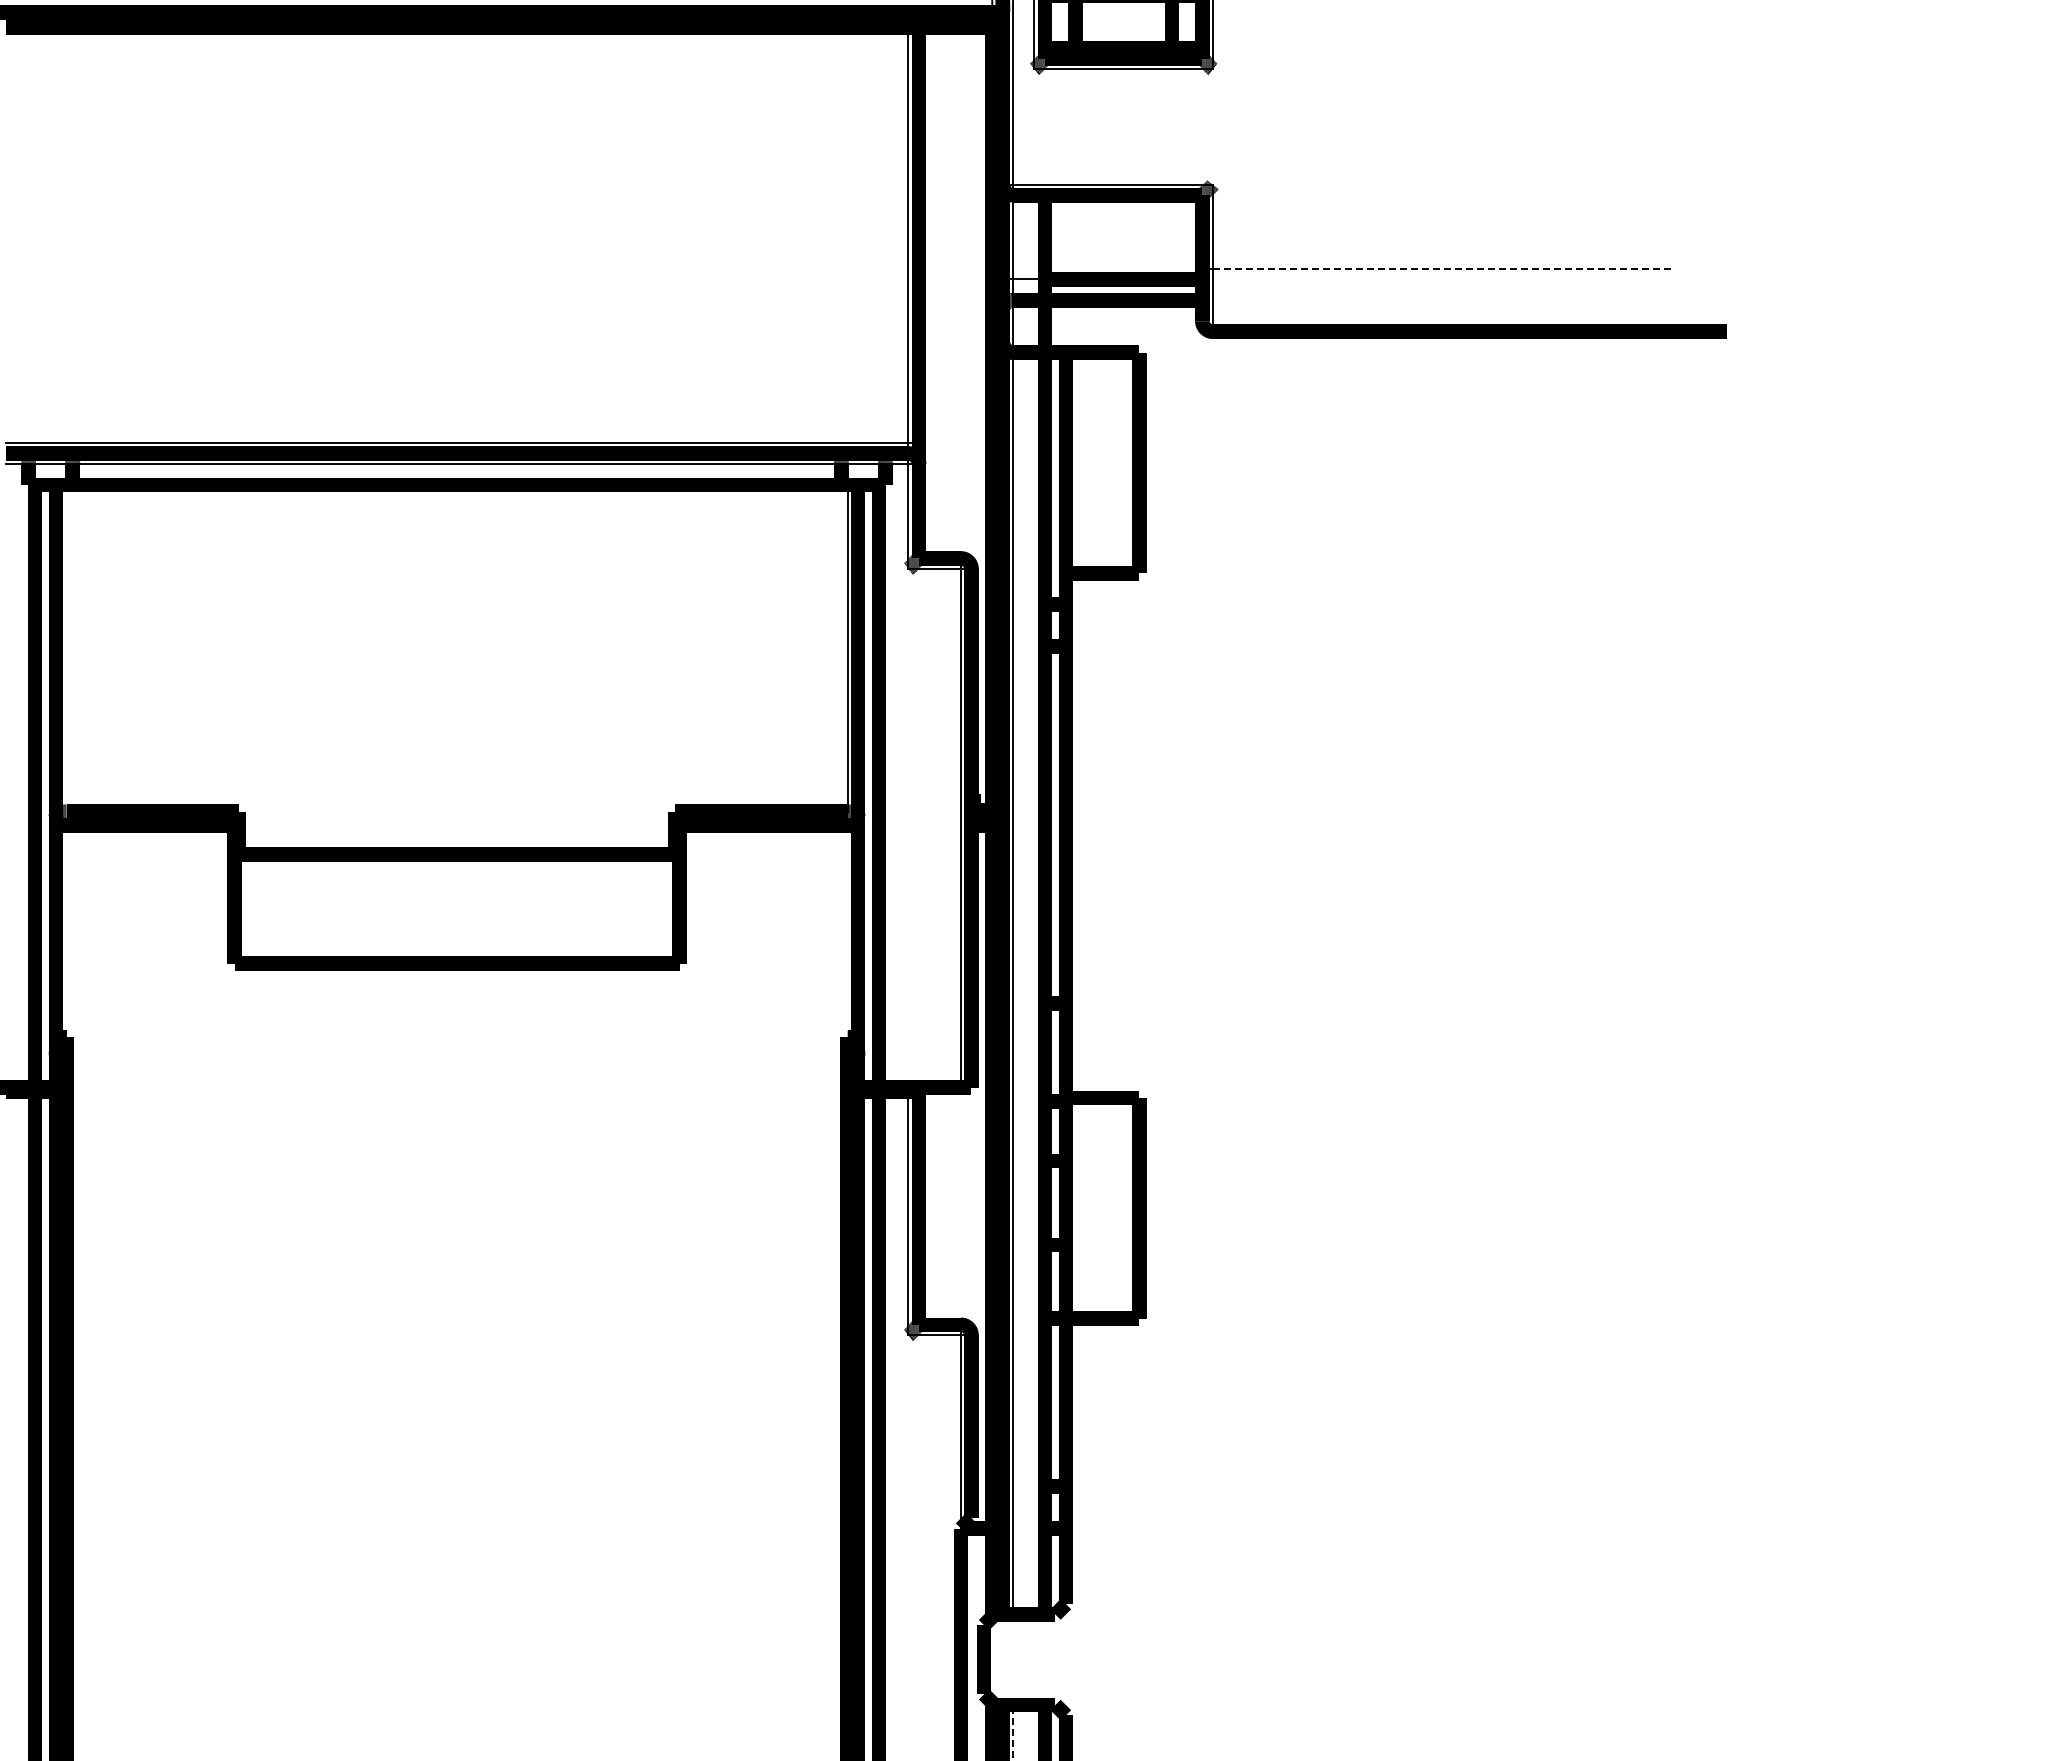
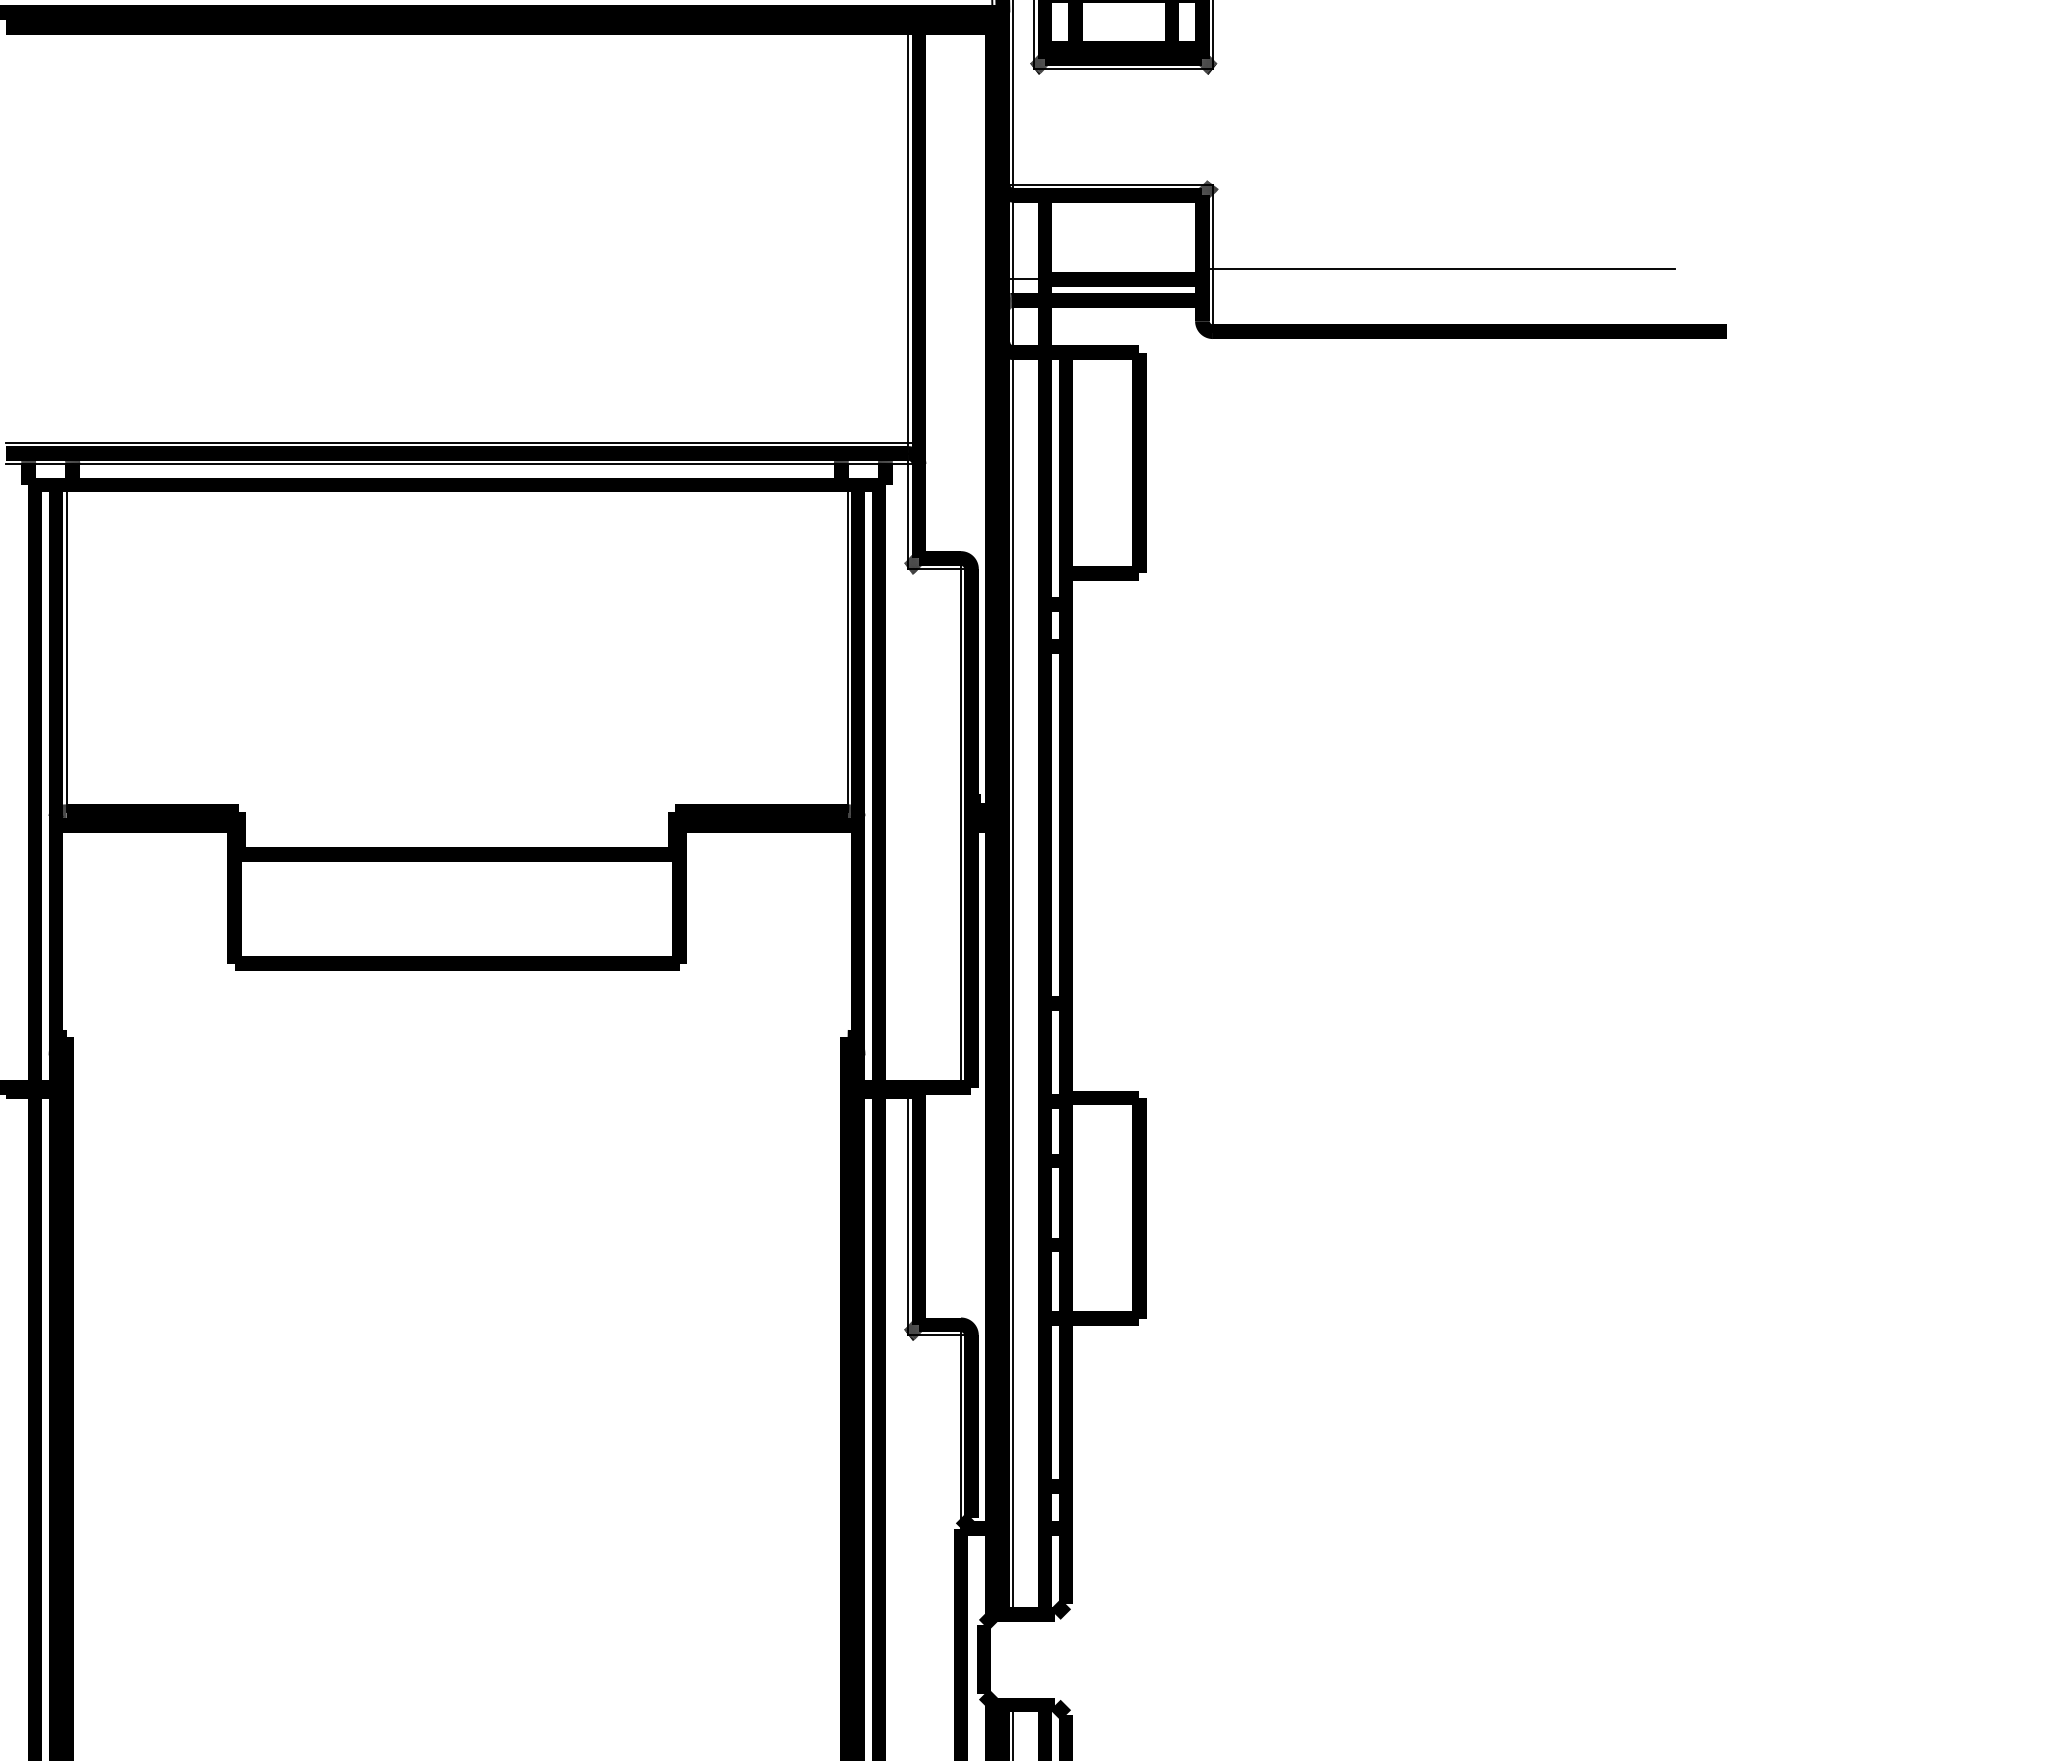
line at (1443, 268): dashed -> solid
line at (66, 648): none -> present
line at (1013, 1732): dashed -> solid
